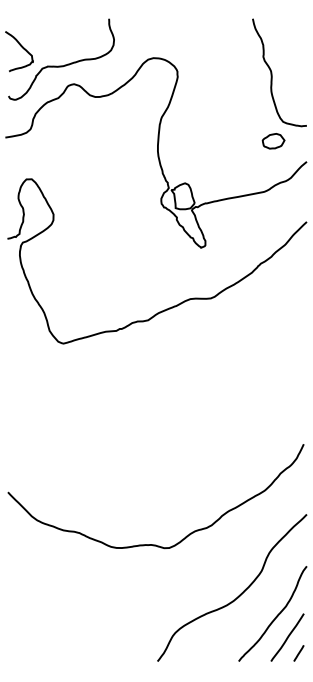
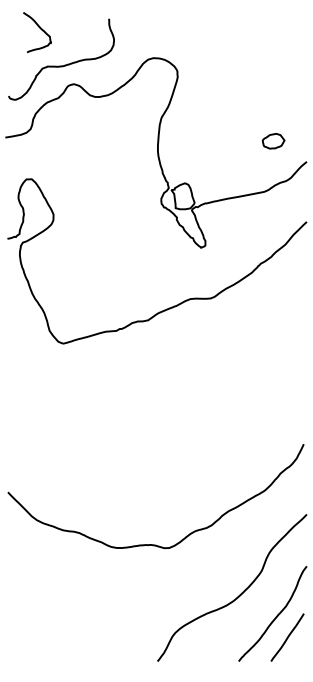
curve at (22, 48) position: (22, 48) -> (40, 29)
curve at (272, 72): present -> none
line at (298, 653): present -> none
